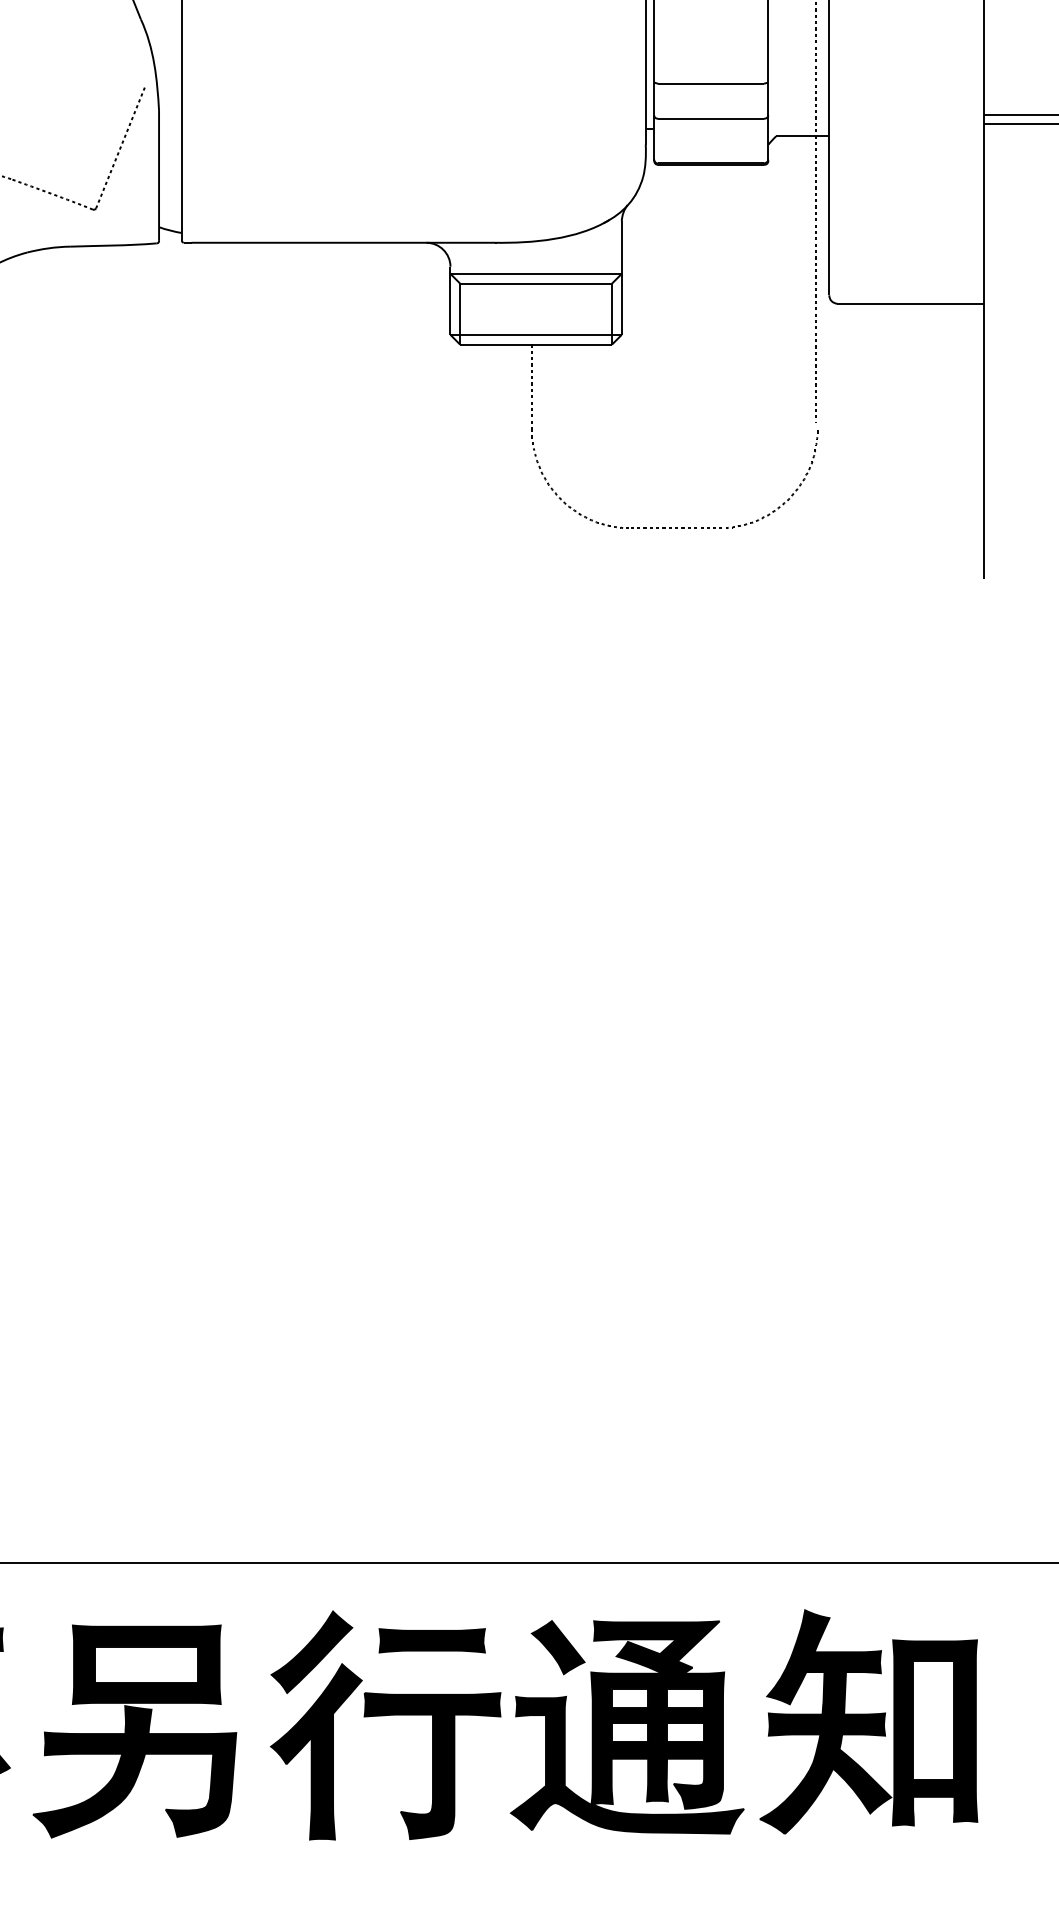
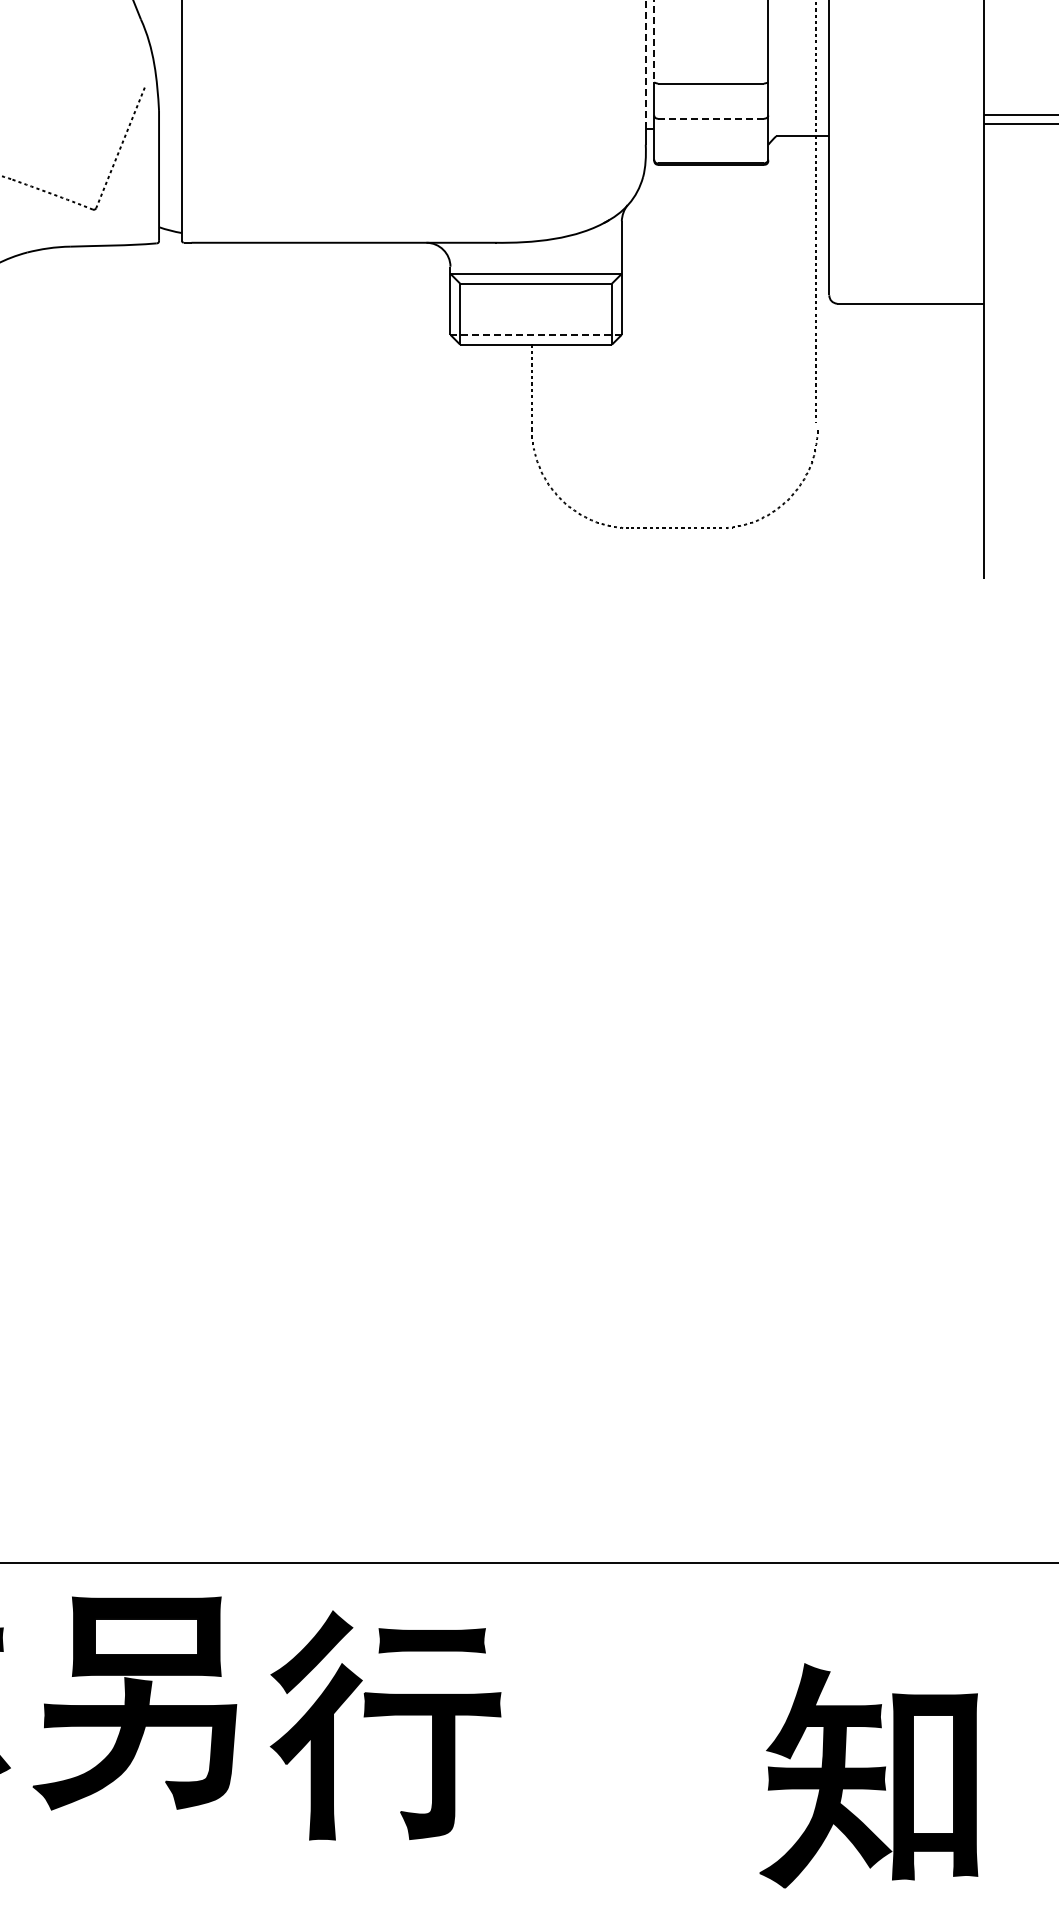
line at (654, 41): solid -> dashed
line at (645, 64): solid -> dashed
line at (711, 118): solid -> dashed
line at (536, 334): solid -> dashed
part at (868, 1721) position: (868, 1721) -> (868, 1775)
part at (626, 1727): present -> none
part at (134, 1731) position: (134, 1731) -> (134, 1703)
